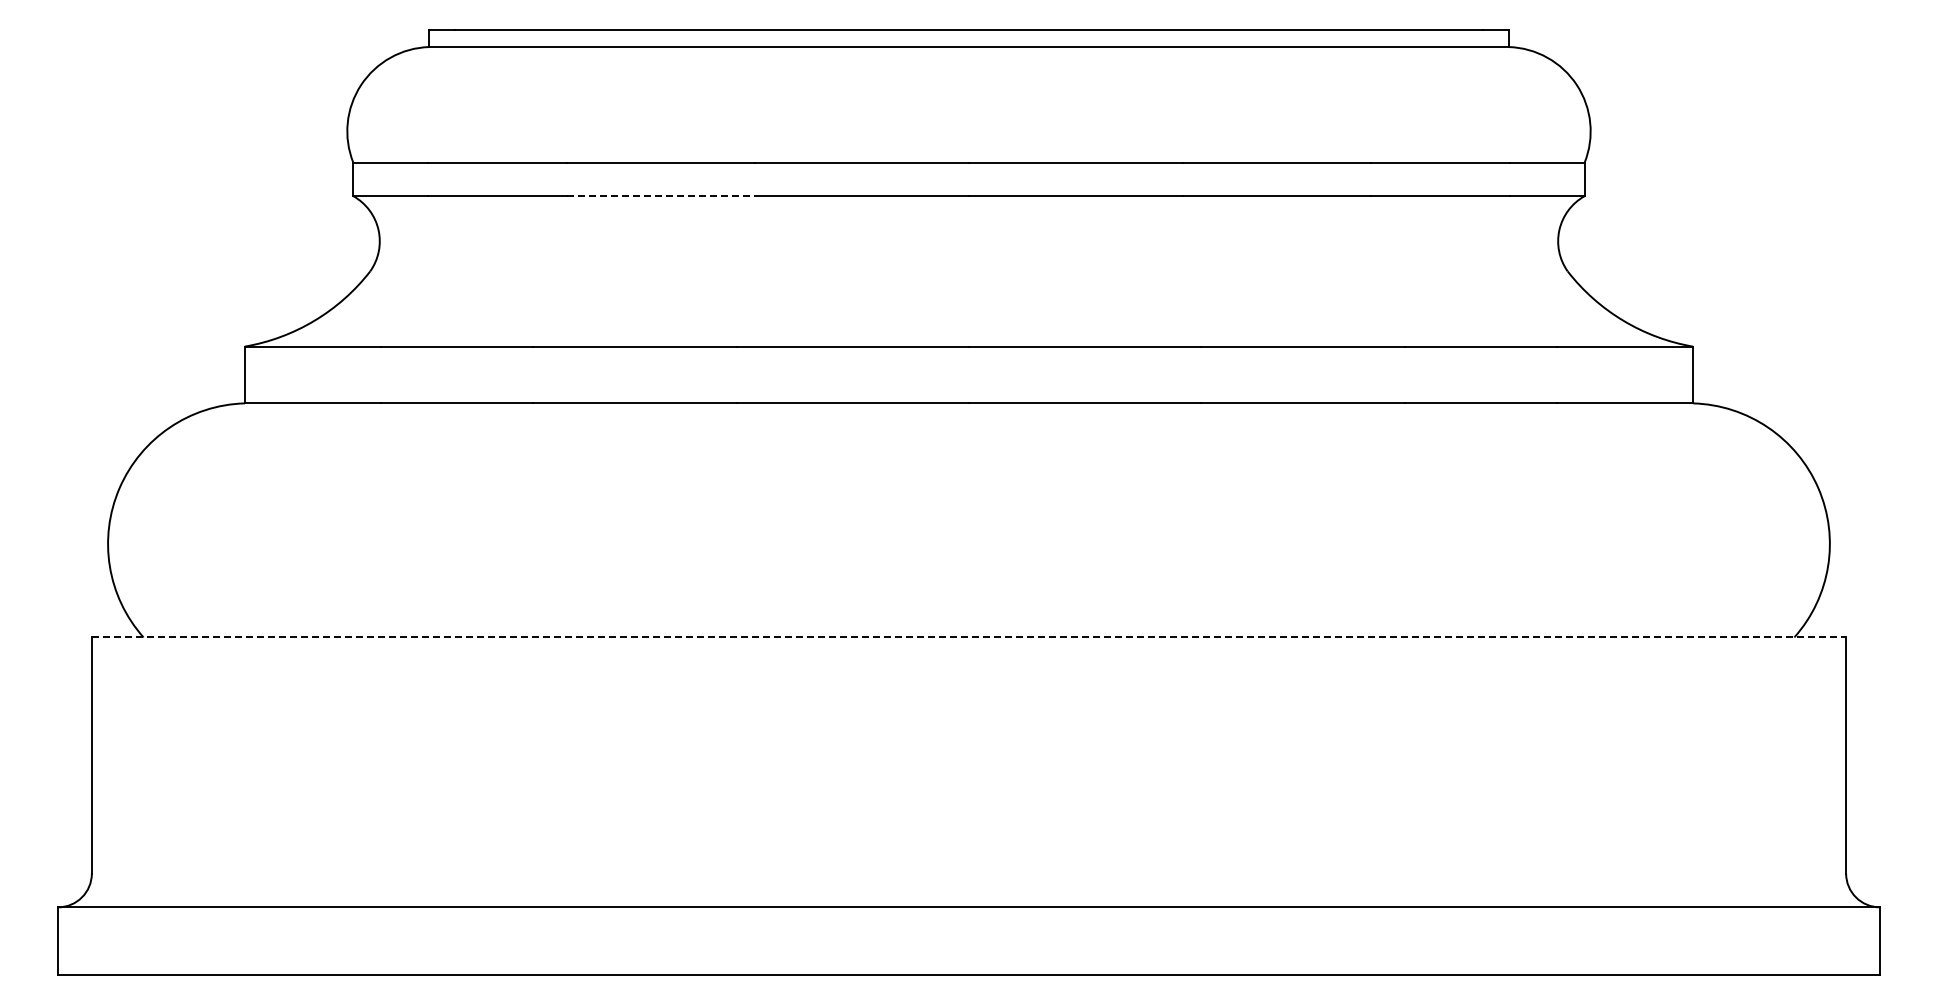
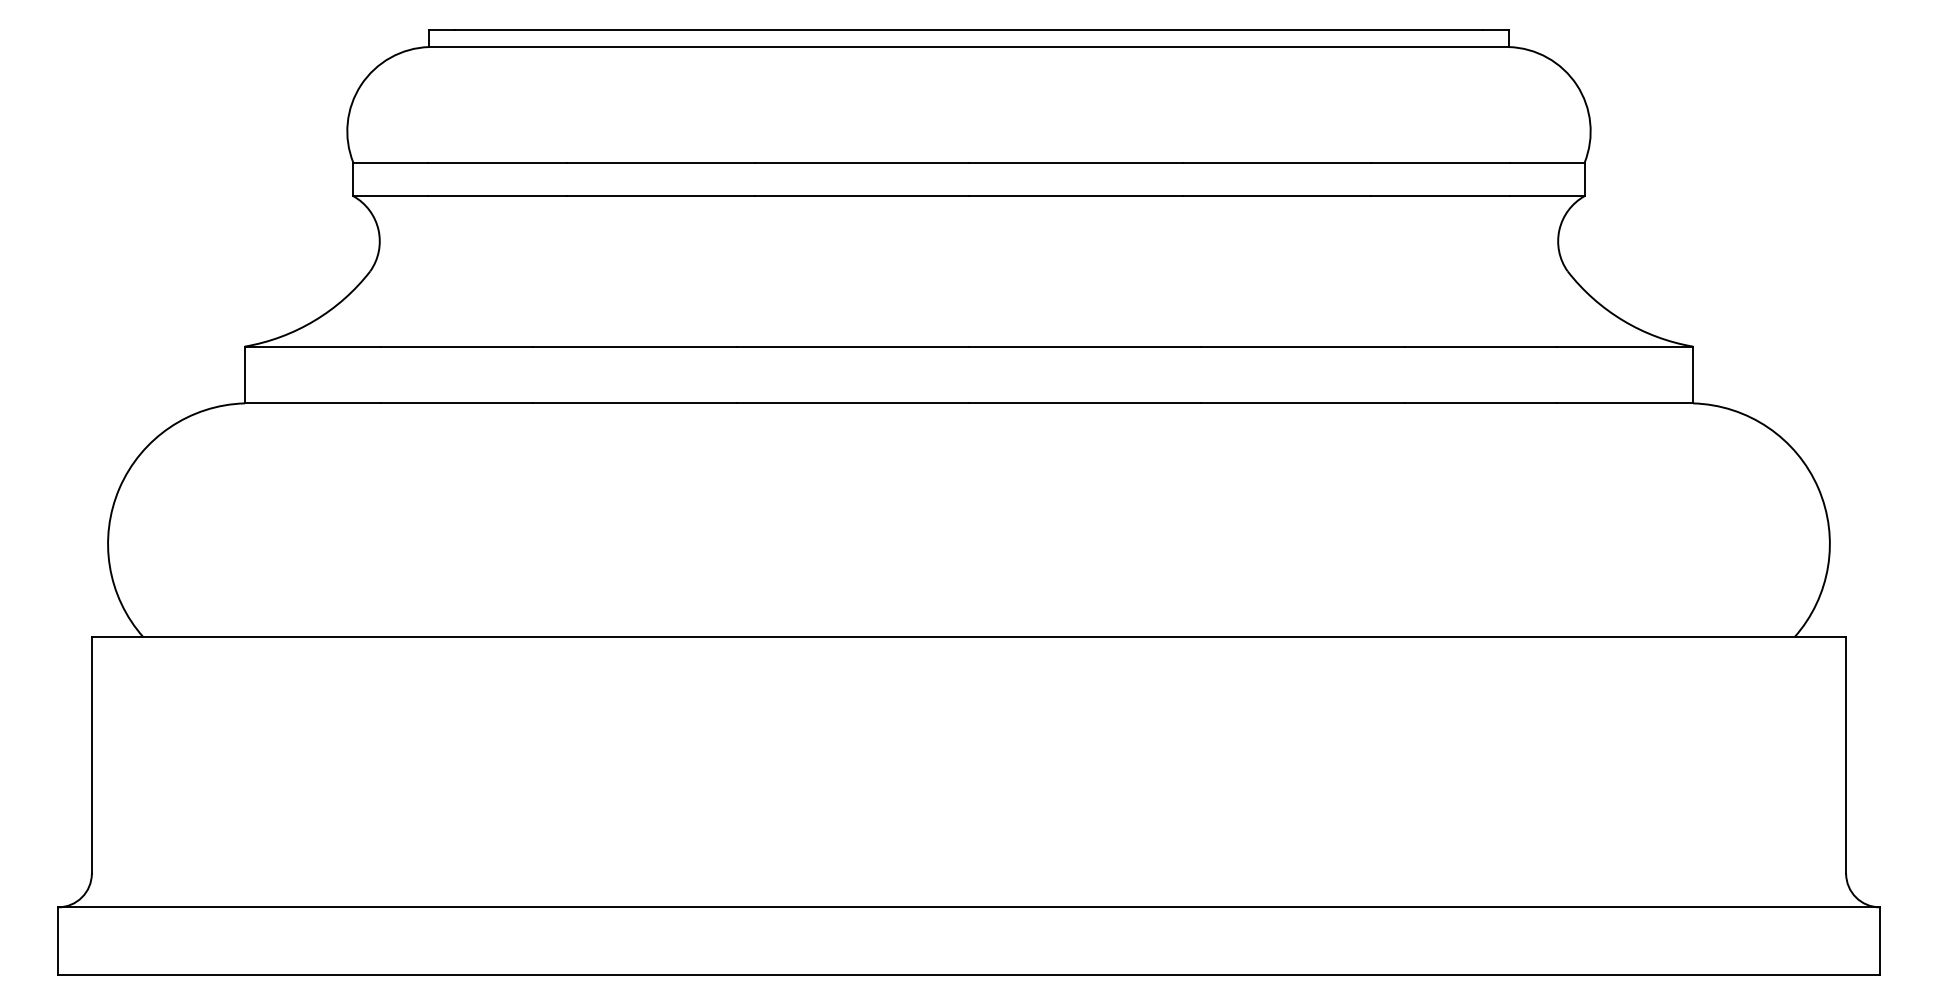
line at (661, 196): dashed -> solid
line at (969, 637): dashed -> solid
